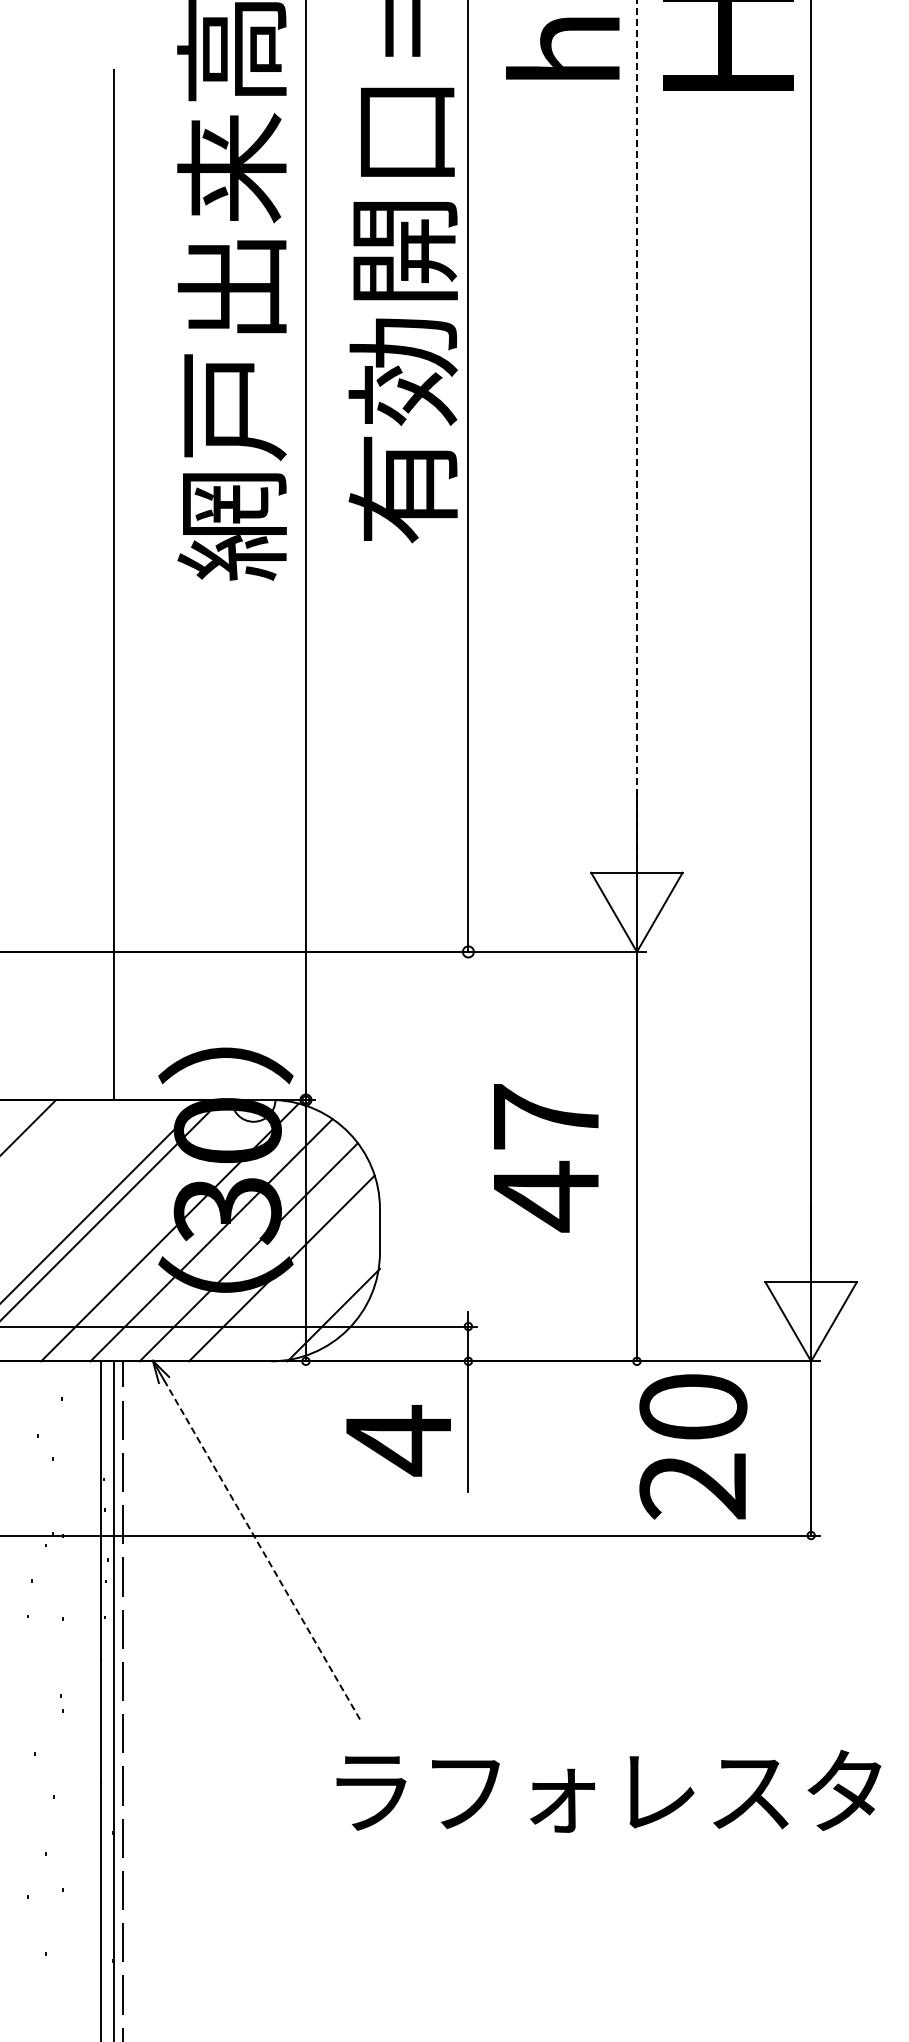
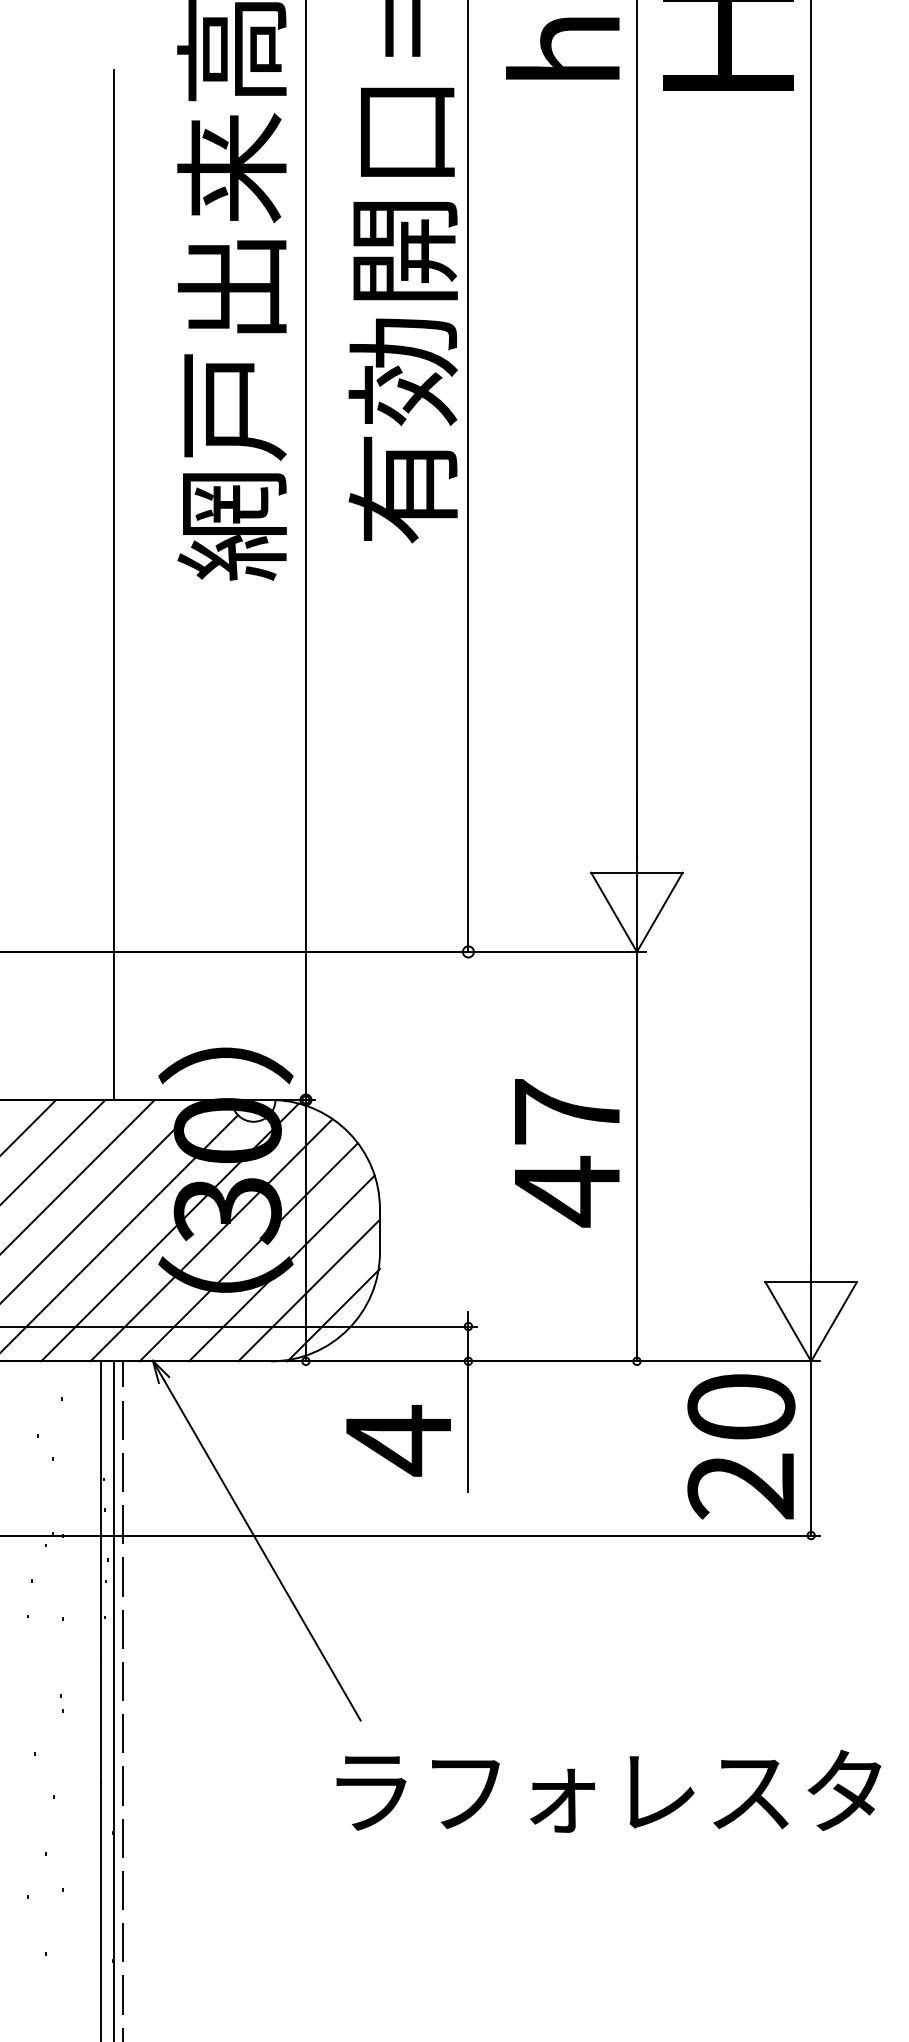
line at (636, 430): dashed -> solid
line at (53, 1151): none -> present
text at (546, 1158) position: (546, 1158) -> (567, 1153)
line at (78, 1176): none -> present
line at (112, 1209) position: (112, 1209) -> (120, 1232)
line at (308, 1290): none -> present
text at (693, 1446) position: (693, 1446) -> (741, 1446)
line at (262, 1550): dashed -> solid
